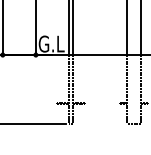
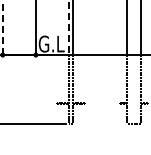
line at (2, 27): solid -> dashed
line at (68, 28): solid -> dashed
